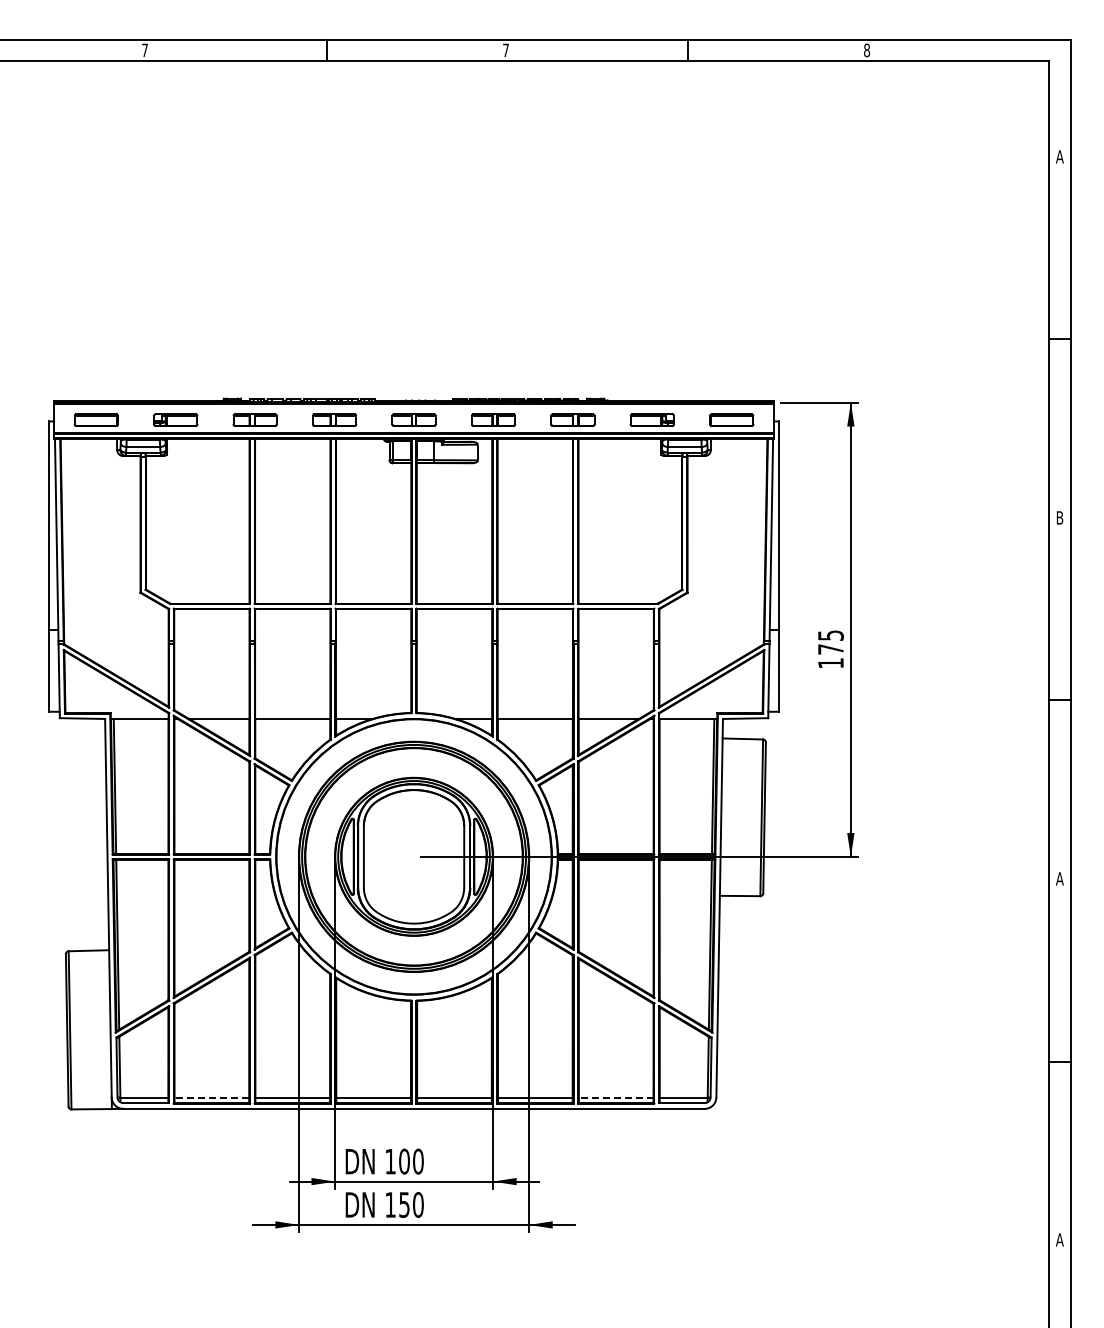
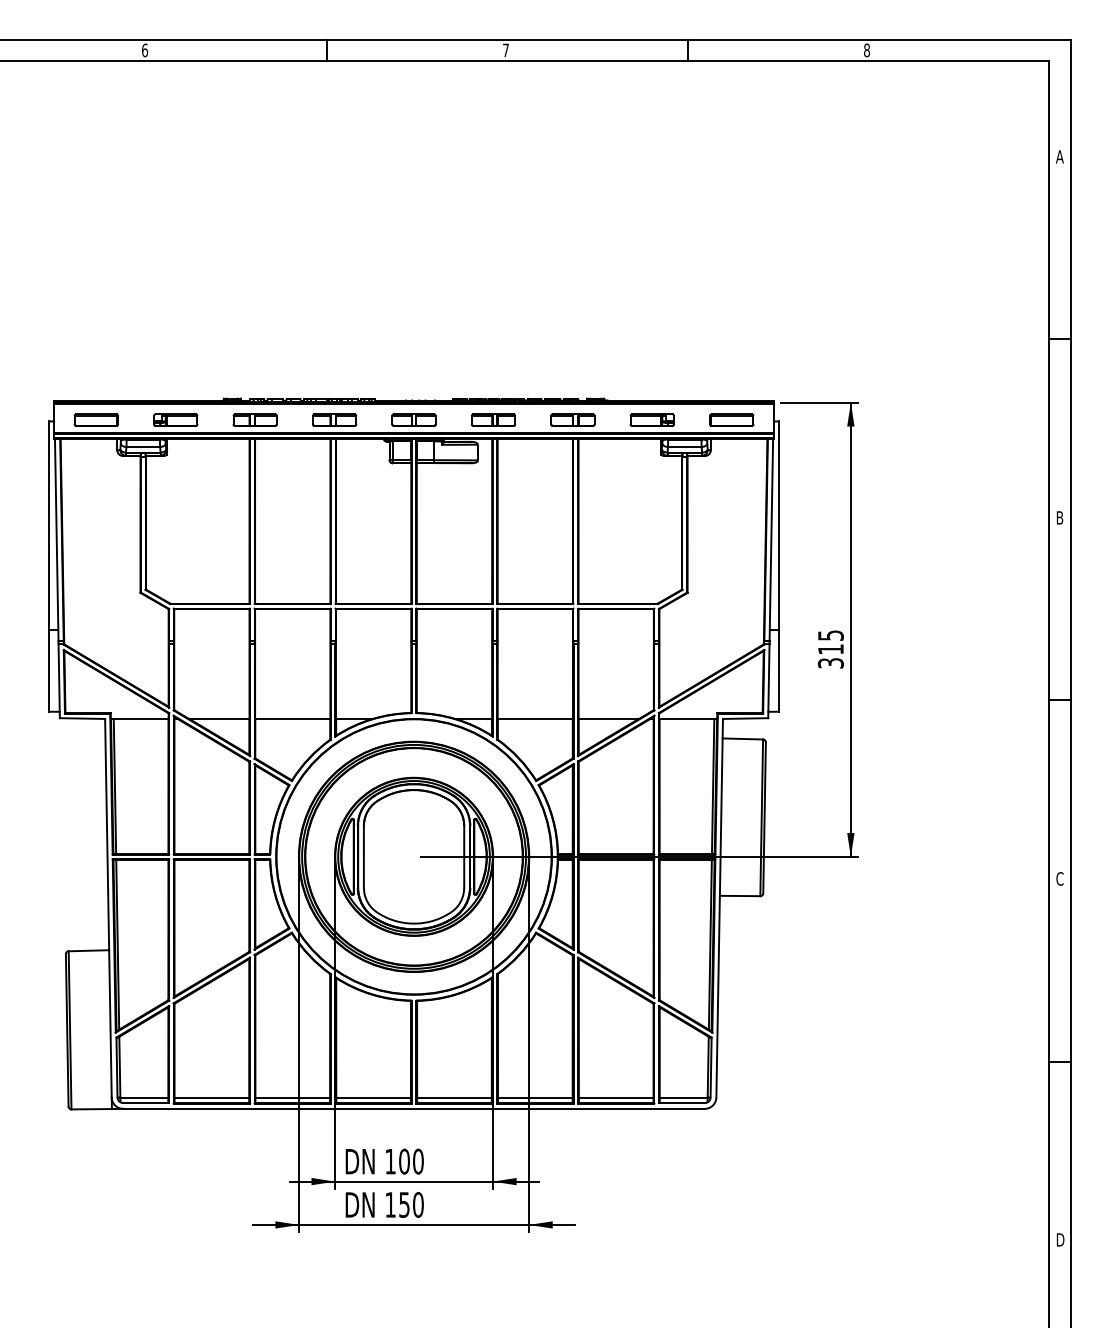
text at (145, 50): 7 -> 6
text at (830, 656): 175 -> 315
text at (1059, 878): A -> C
line at (211, 1097): dashed -> solid
line at (615, 1097): dashed -> solid
text at (1060, 1239): A -> D
